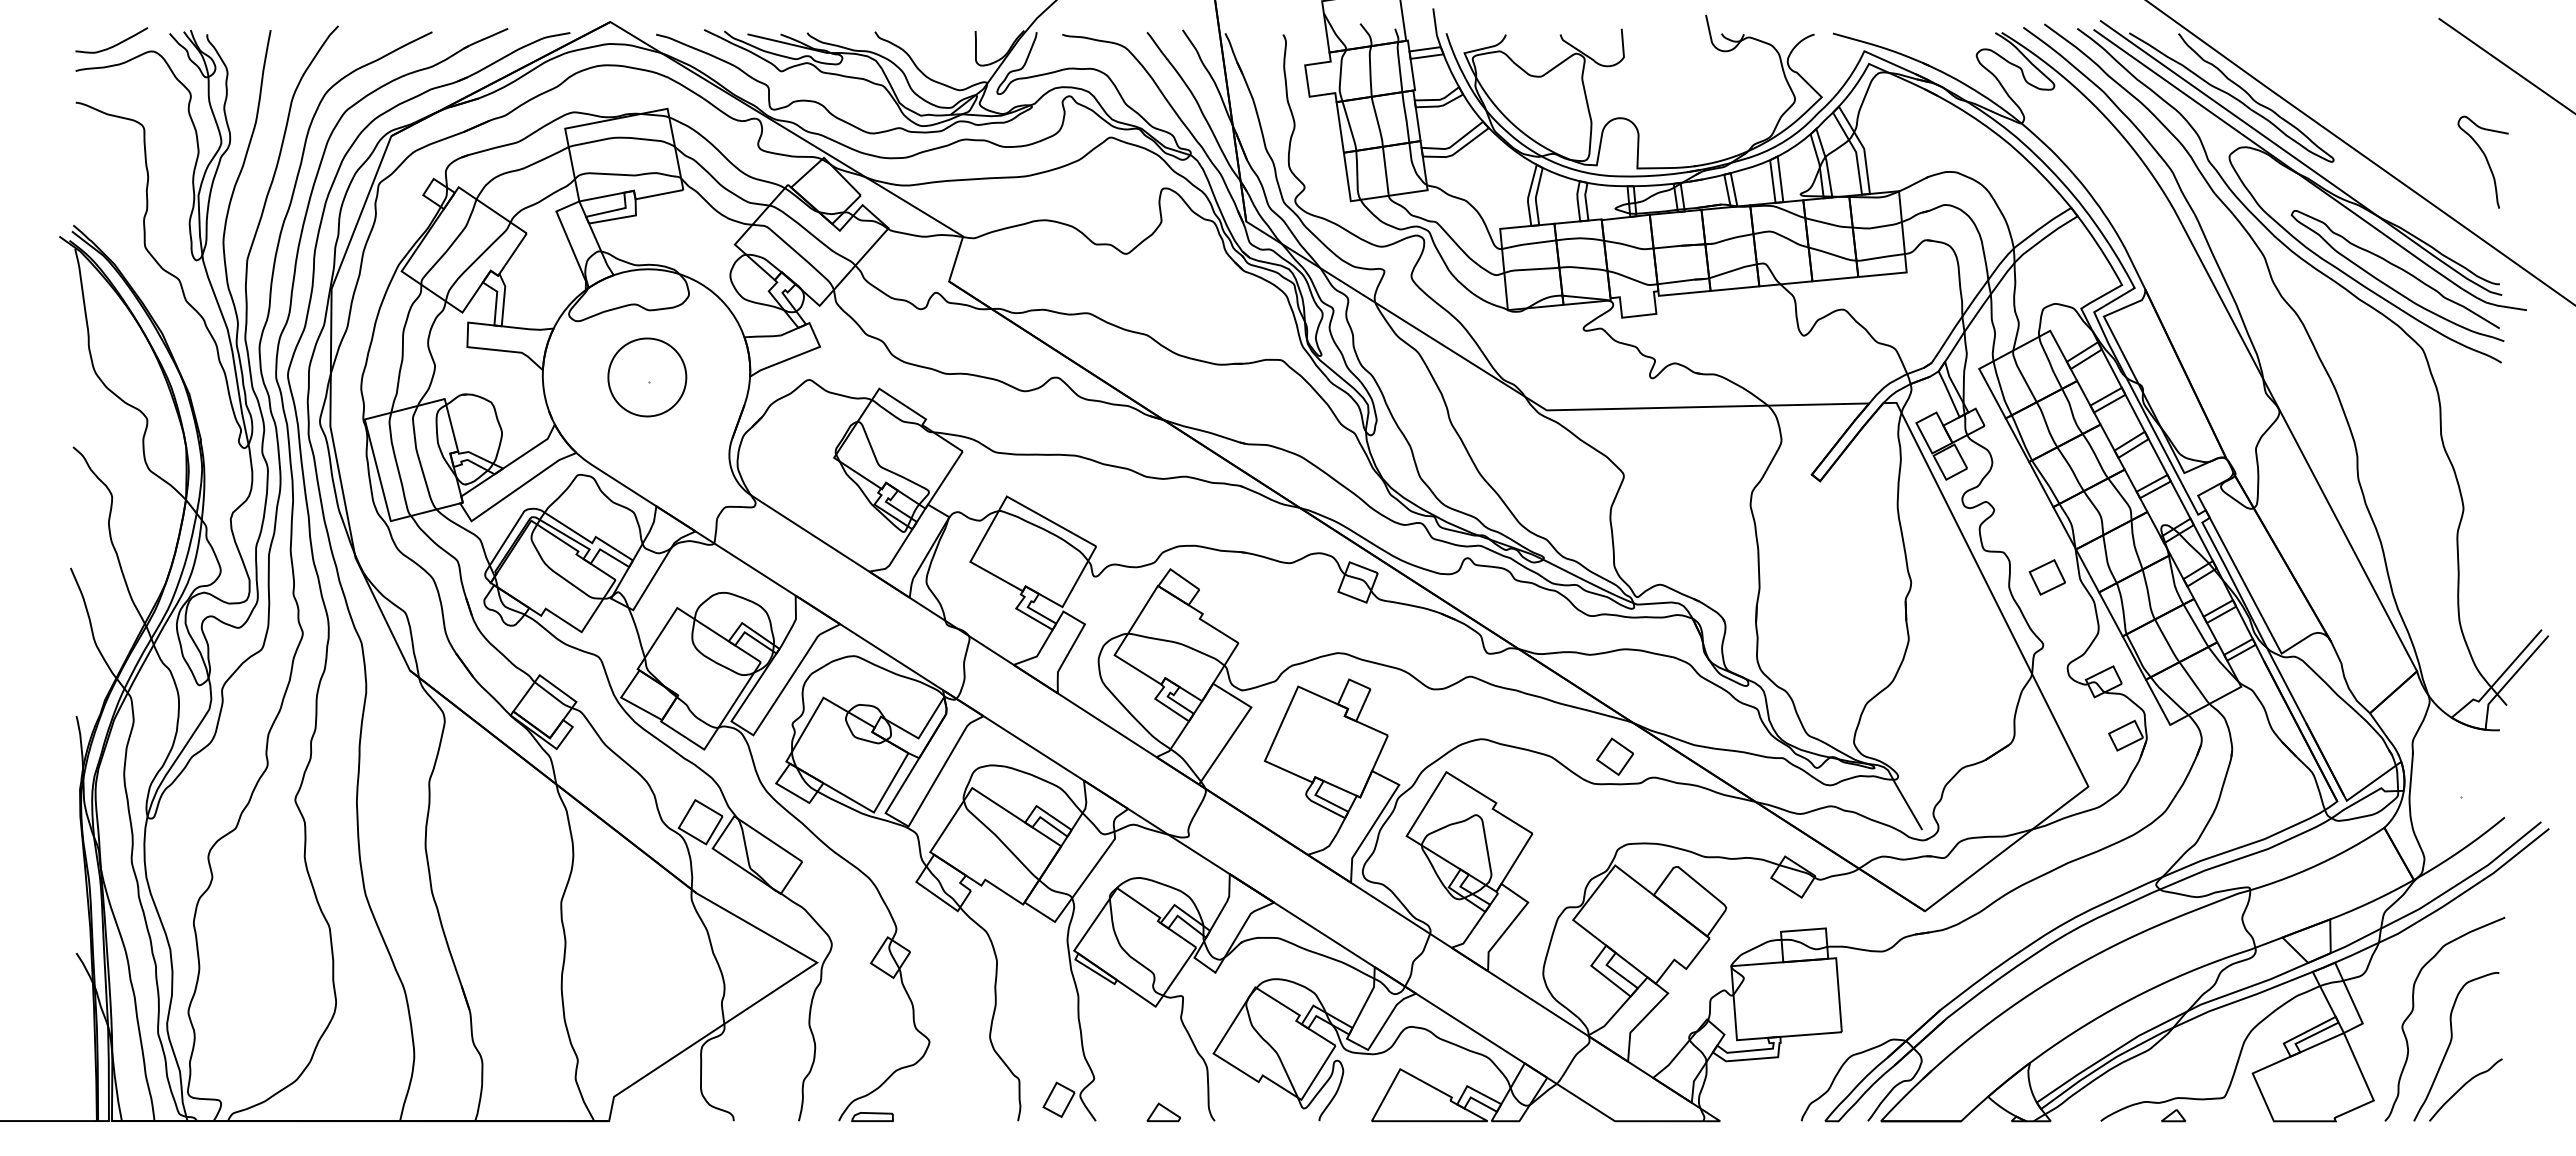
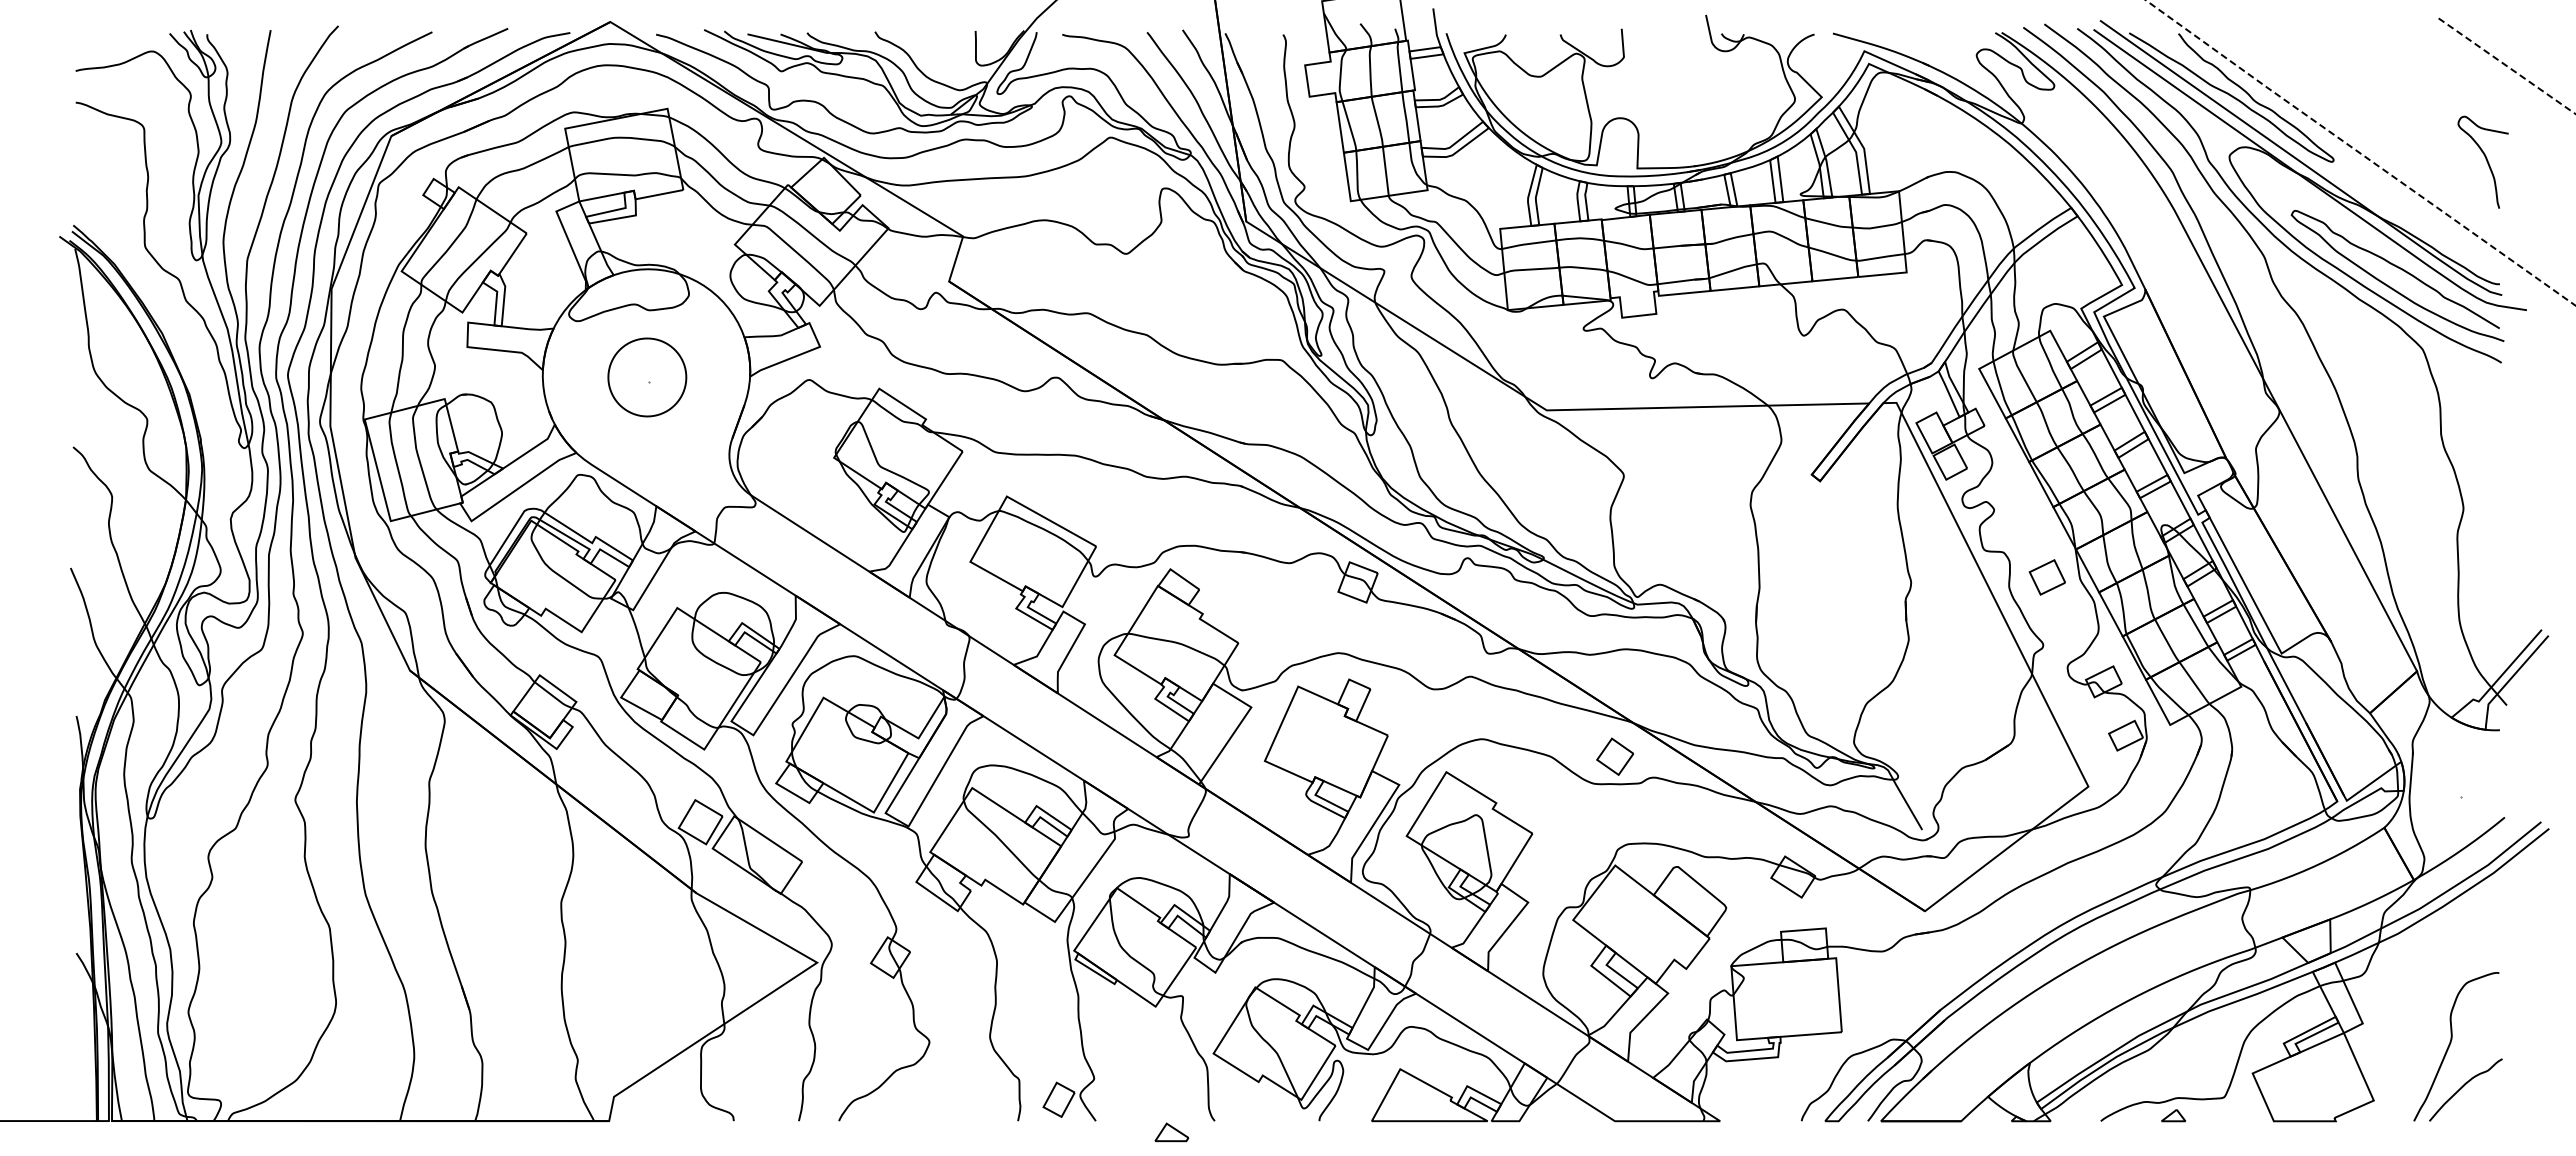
curve at (113, 45): present -> none
line at (2507, 66): solid -> dashed
line at (2360, 153): solid -> dashed
curve at (2413, 1011): present -> none
part at (1163, 1112) position: (1163, 1112) -> (1171, 1132)
part at (872, 1116): present -> none
